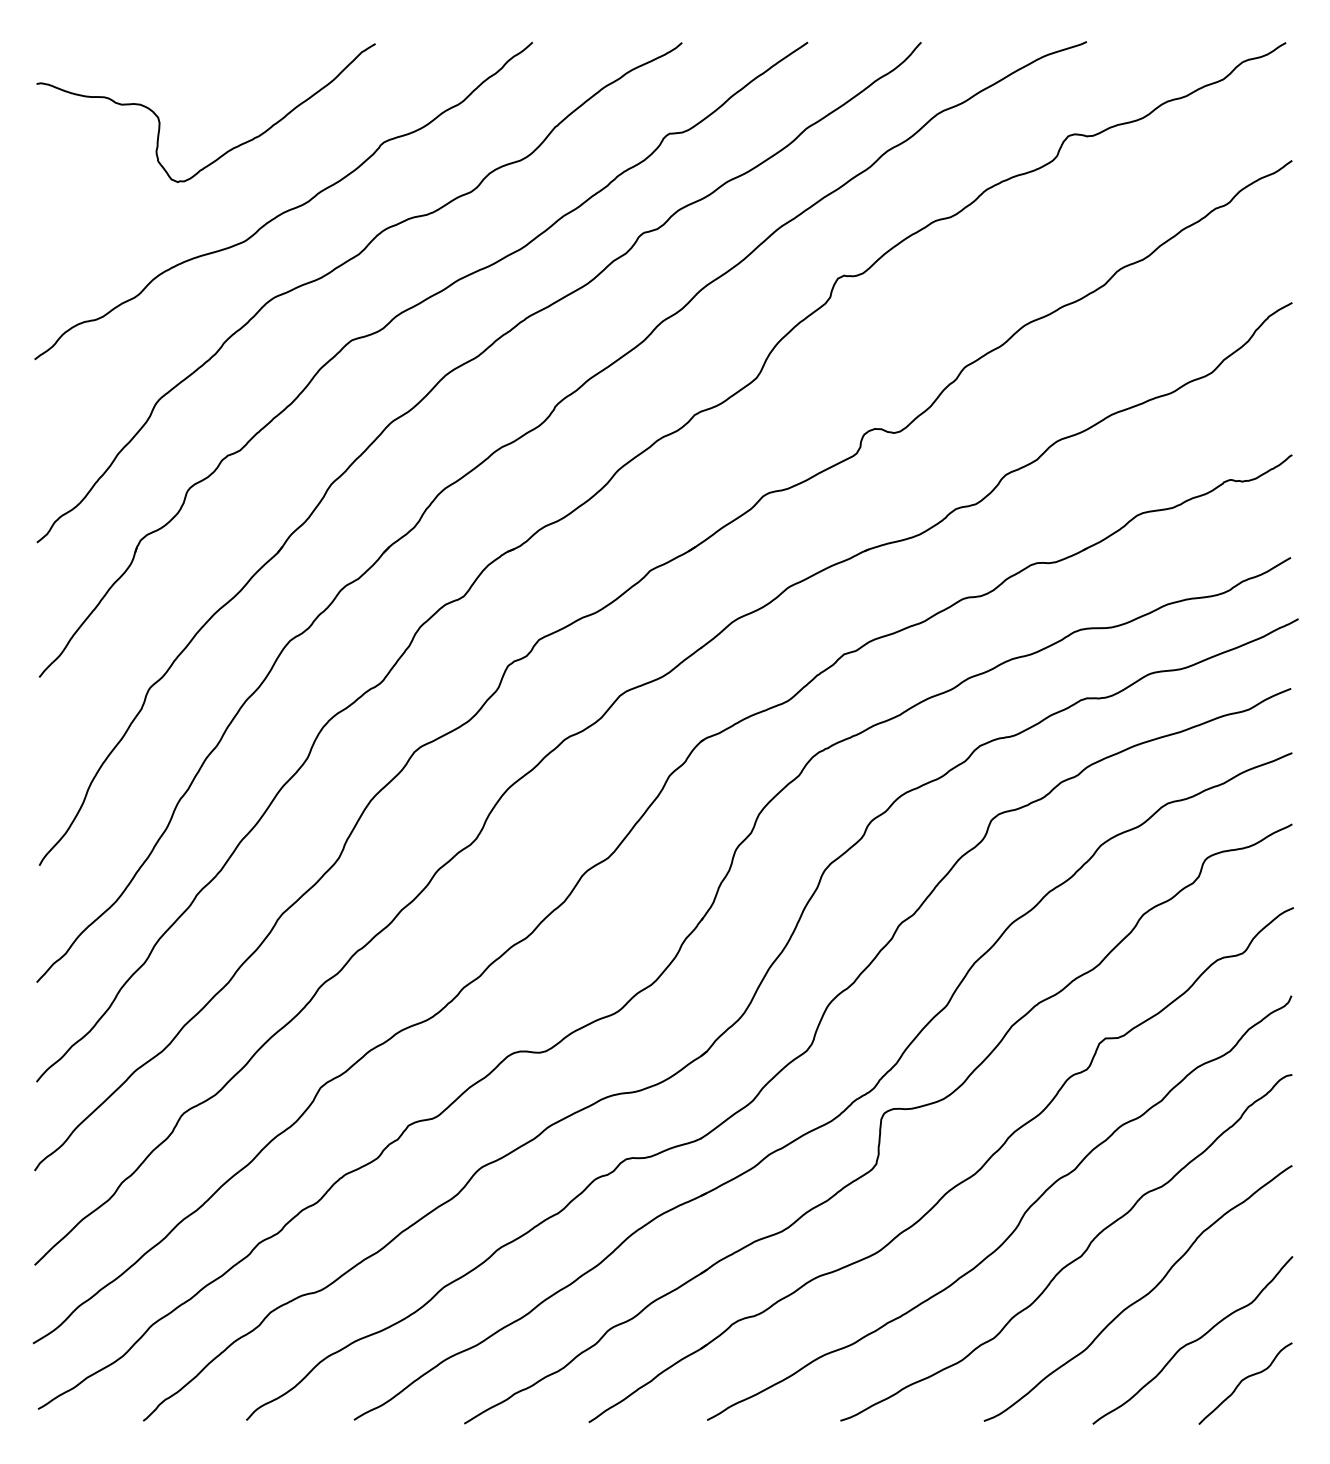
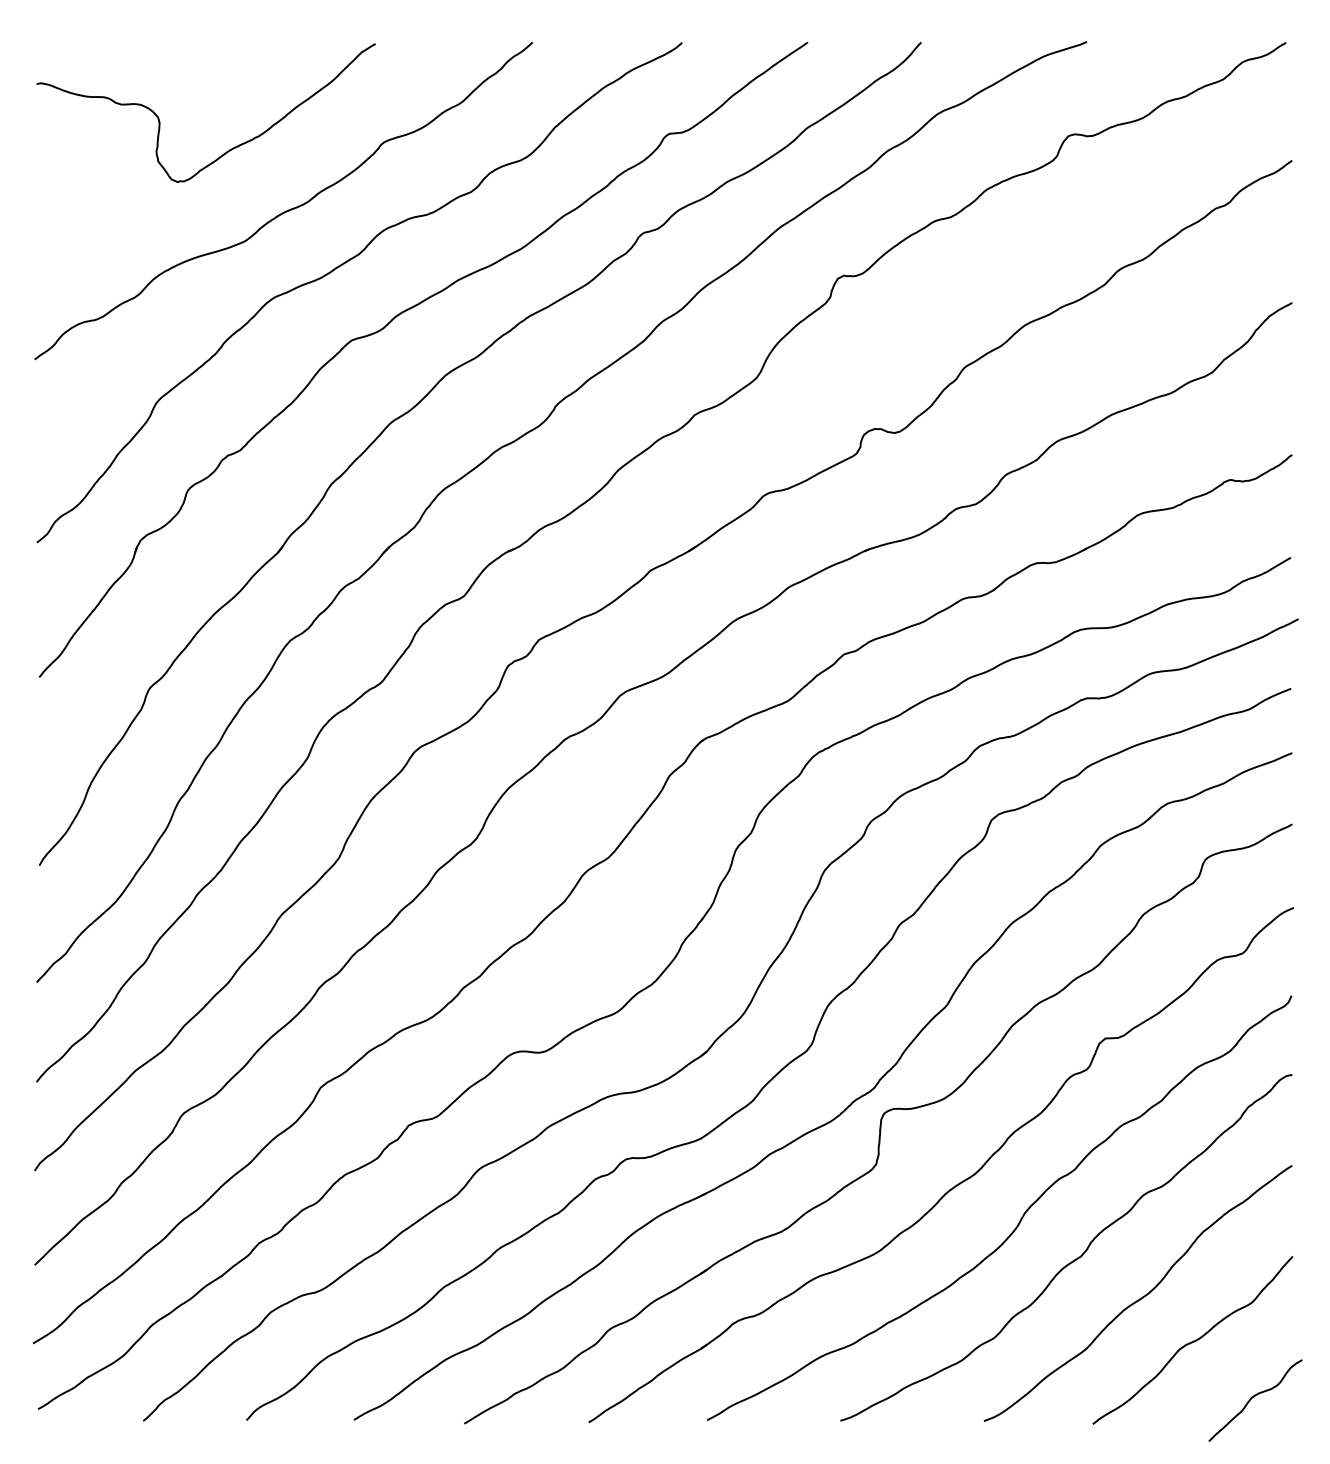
curve at (1244, 1380) position: (1244, 1380) -> (1254, 1397)
